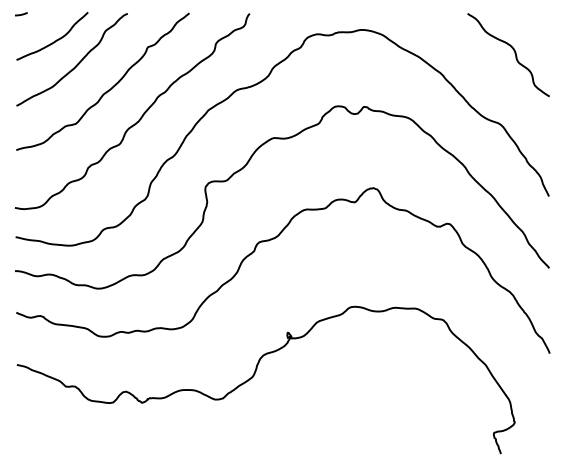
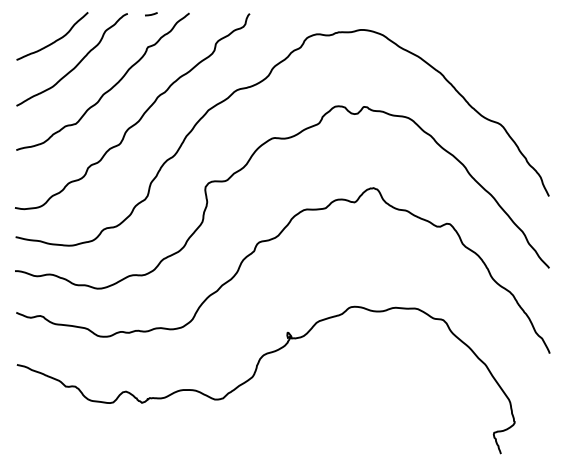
curve at (21, 14) position: (21, 14) -> (151, 14)
curve at (514, 53): present -> none
